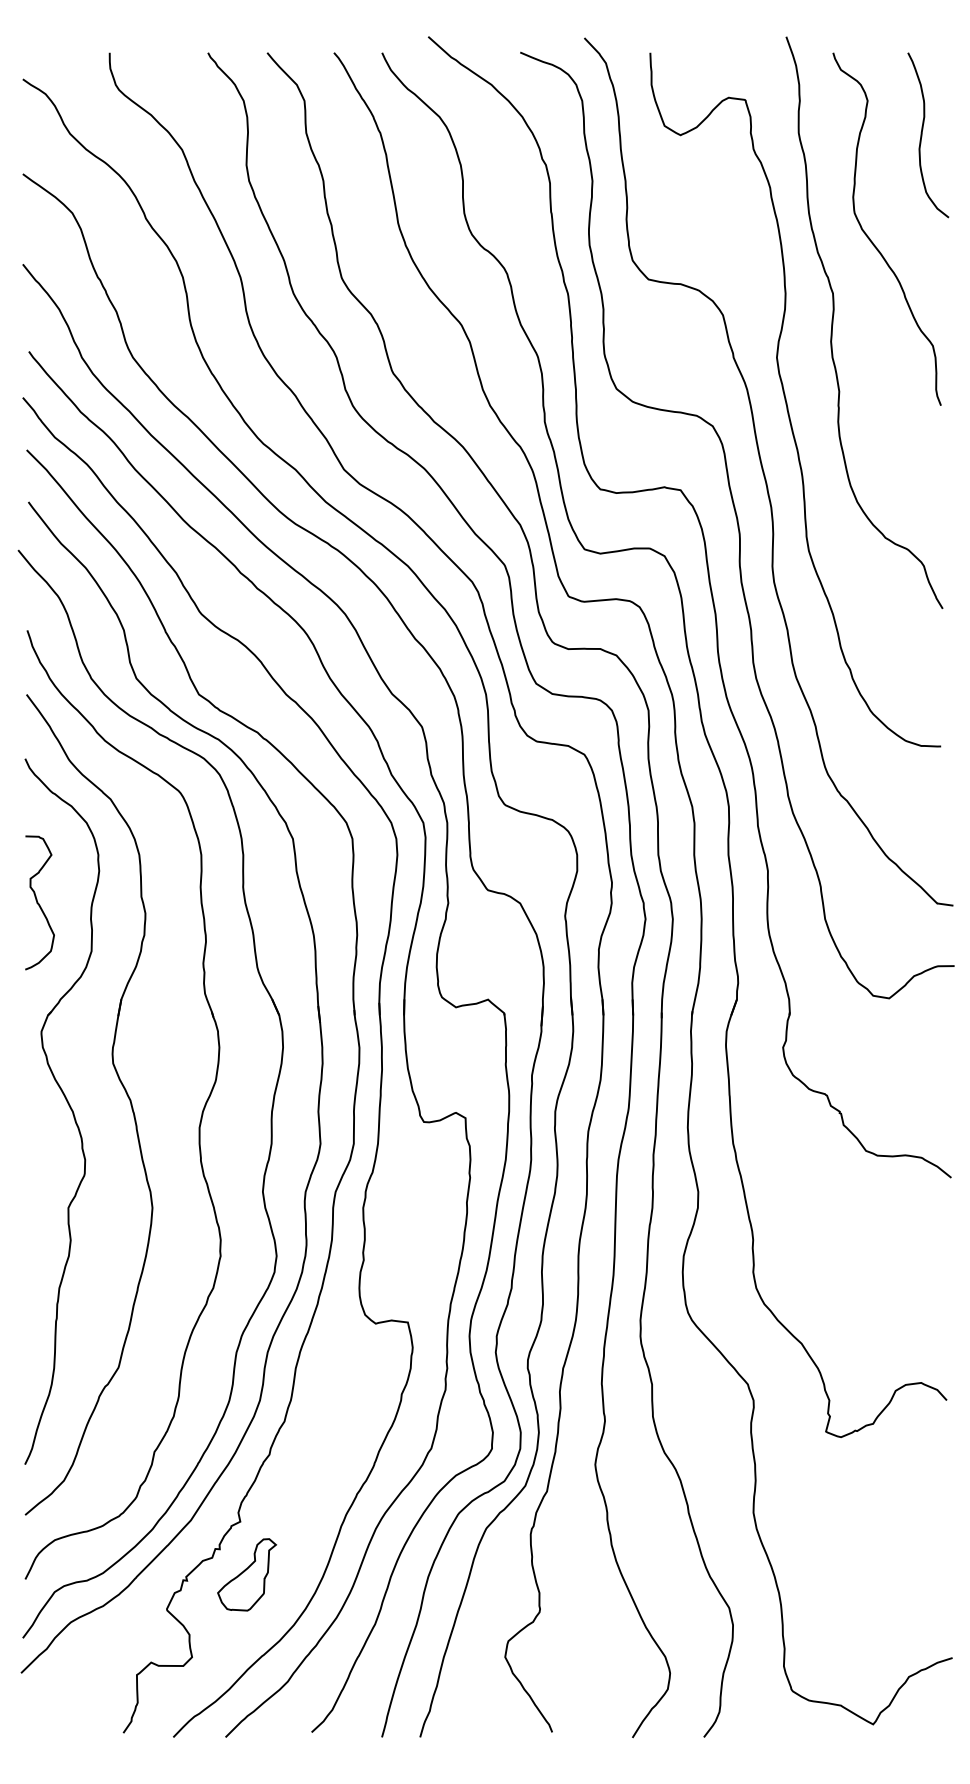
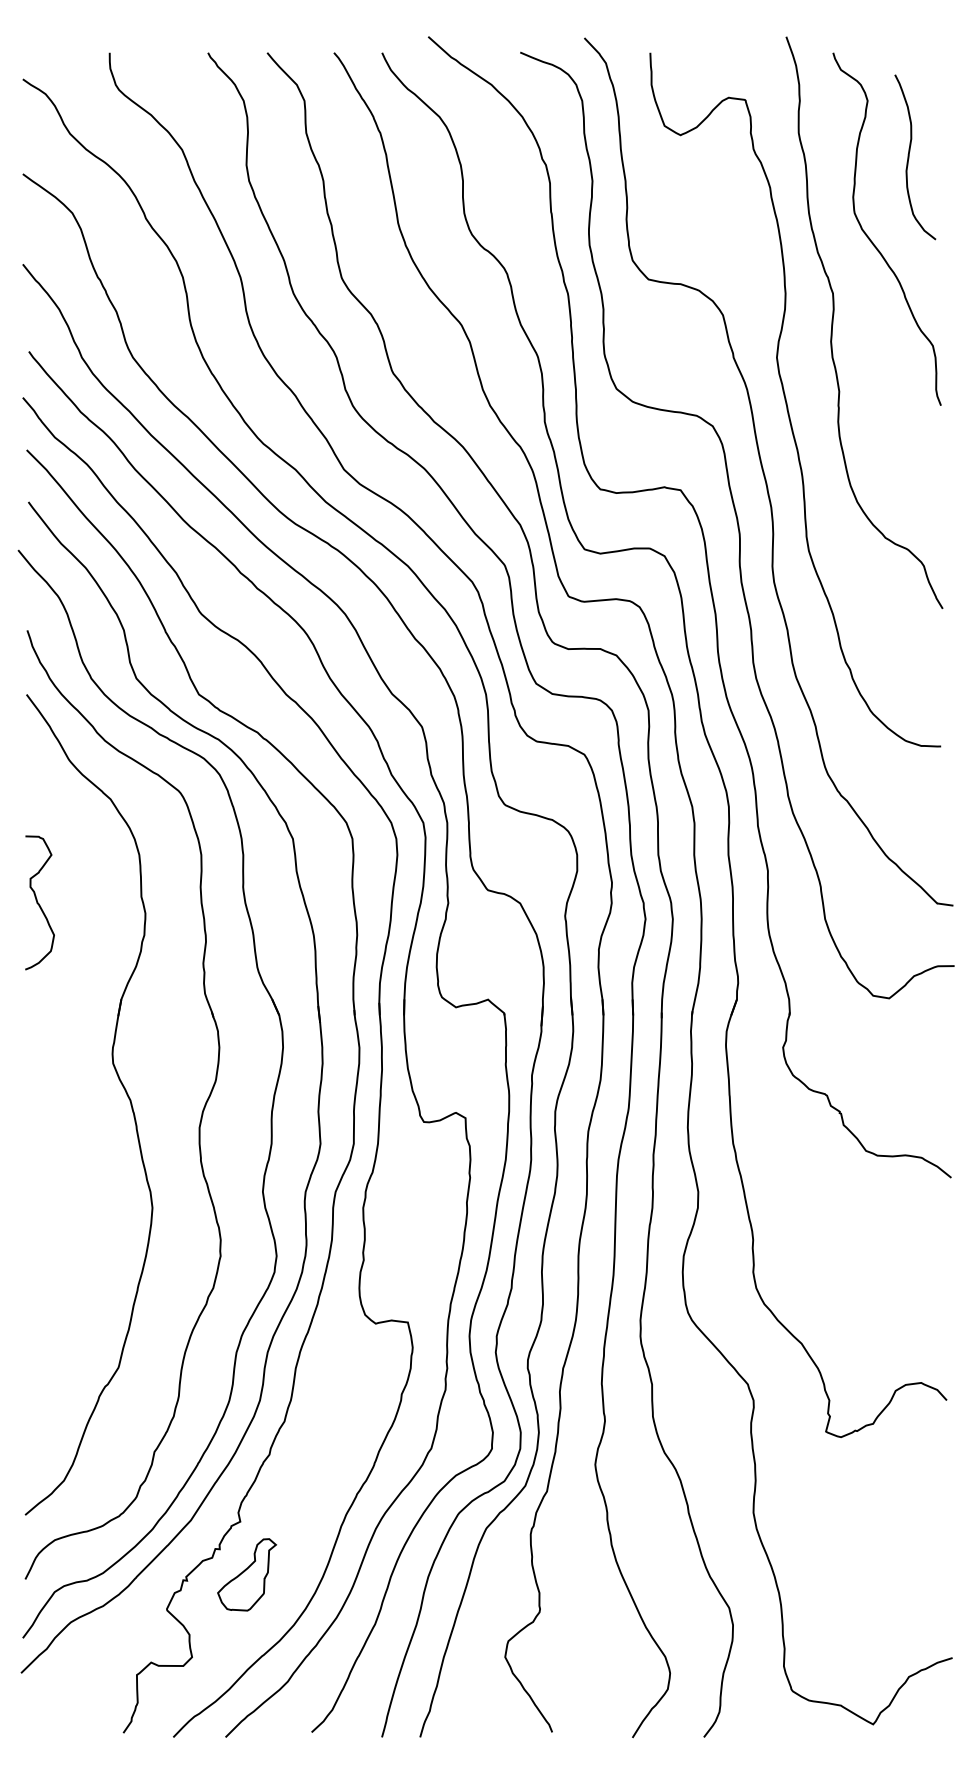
curve at (922, 135) position: (922, 135) -> (909, 157)
part at (69, 1107): present -> none
